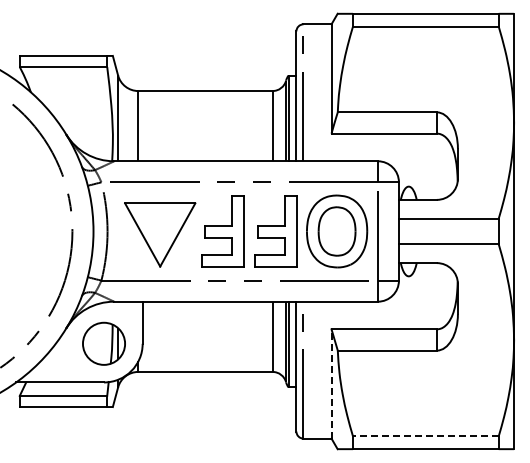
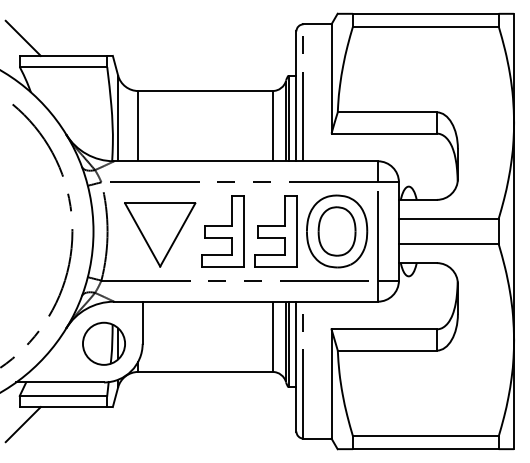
line at (22, 37): none -> present
line at (331, 383): dashed -> solid
line at (22, 424): none -> present
line at (425, 436): dashed -> solid
